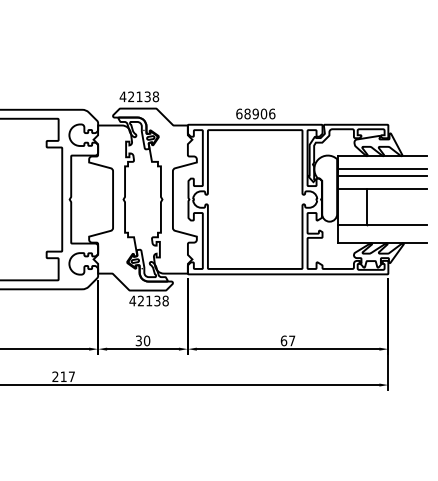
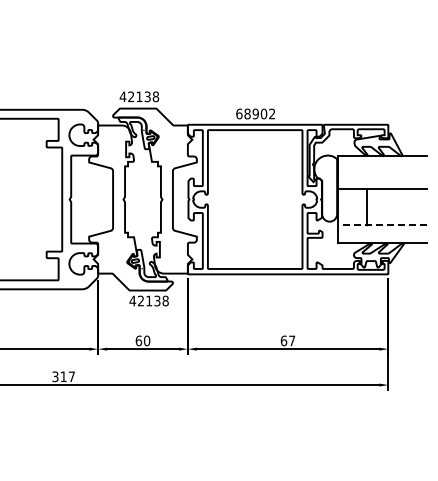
text at (272, 113): 68906 -> 68902
line at (382, 169): present -> none
line at (382, 176): present -> none
line at (382, 225): solid -> dashed
text at (138, 340): 30 -> 60
text at (55, 377): 217 -> 317
